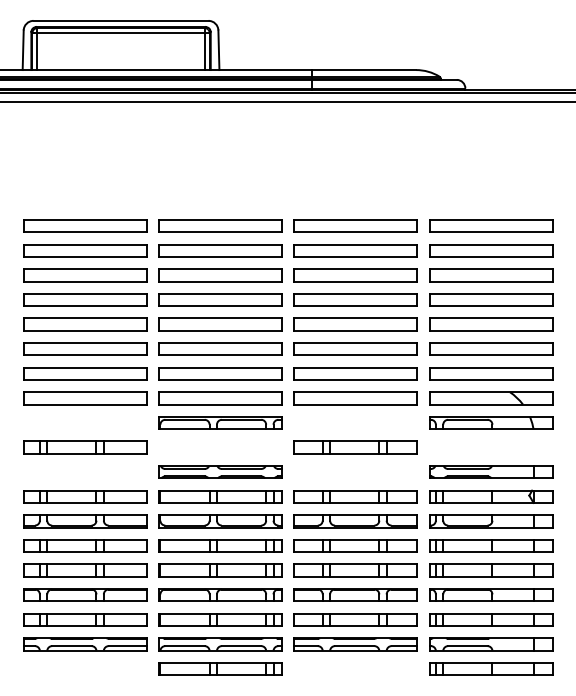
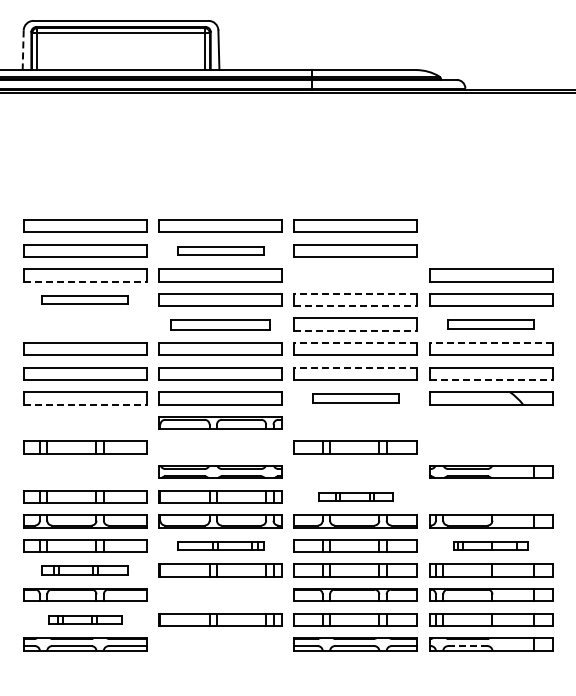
line at (23, 50): solid -> dashed
line at (287, 102): present -> none
part at (491, 225): present -> none
part at (220, 250) size: 125x14 px -> 88x10 px
part at (491, 250): present -> none
part at (355, 275): present -> none
line at (85, 281): solid -> dashed
line at (355, 293): solid -> dashed
part at (85, 299) size: 125x14 px -> 88x10 px
line at (356, 306): solid -> dashed
part at (85, 324): present -> none
part at (220, 324) size: 125x15 px -> 101x12 px
part at (491, 324) size: 125x15 px -> 88x11 px
line at (356, 330): solid -> dashed
line at (355, 343): solid -> dashed
line at (490, 343): solid -> dashed
line at (355, 367): solid -> dashed
line at (491, 379): solid -> dashed
part at (355, 398) size: 125x15 px -> 88x11 px
line at (85, 404): solid -> dashed
part at (491, 422): present -> none
part at (355, 496) size: 125x14 px -> 76x10 px
part at (491, 496): present -> none
part at (220, 545) size: 125x14 px -> 88x10 px
part at (491, 545) size: 125x14 px -> 76x10 px
part at (85, 570) size: 125x15 px -> 88x11 px
part at (220, 594): present -> none
part at (85, 619) size: 125x14 px -> 75x10 px
part at (220, 644): present -> none
line at (467, 646): solid -> dashed
part at (220, 668): present -> none
part at (491, 668): present -> none
